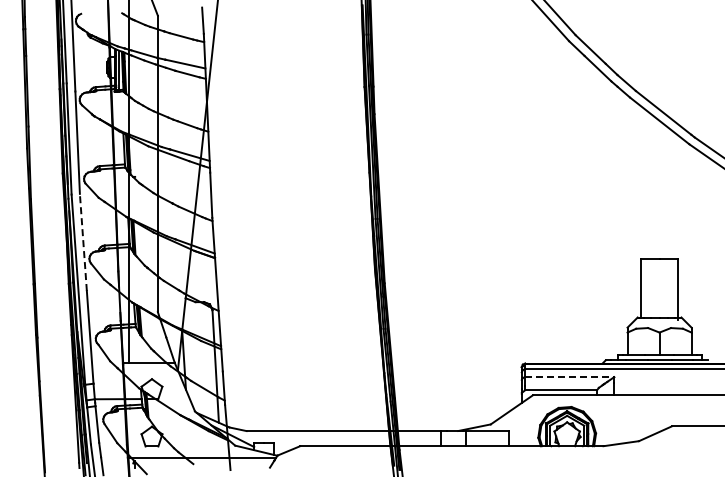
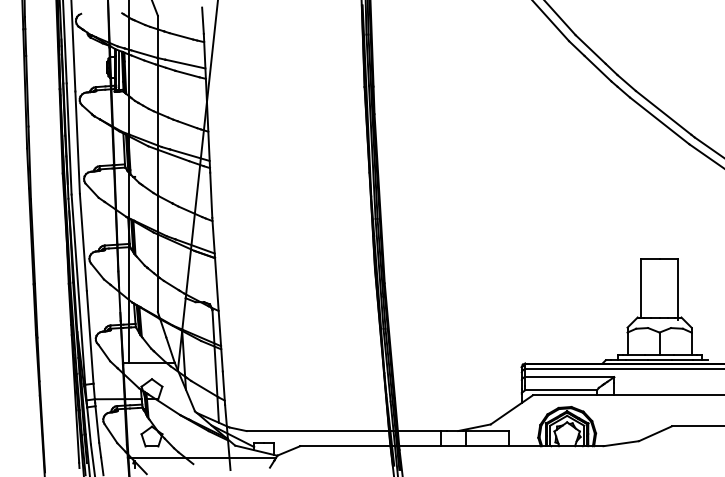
line at (83, 242): dashed -> solid
line at (569, 377): dashed -> solid
